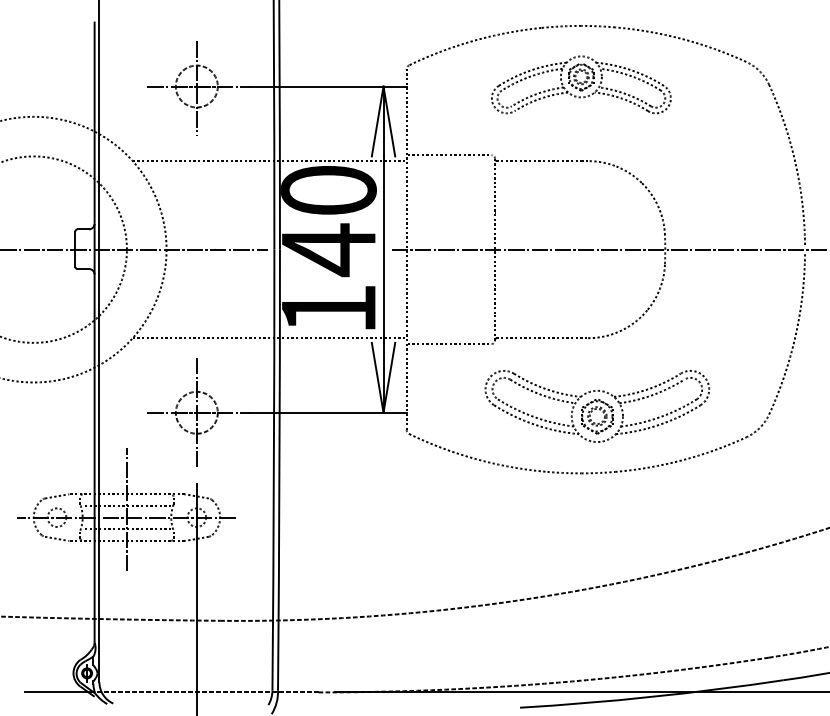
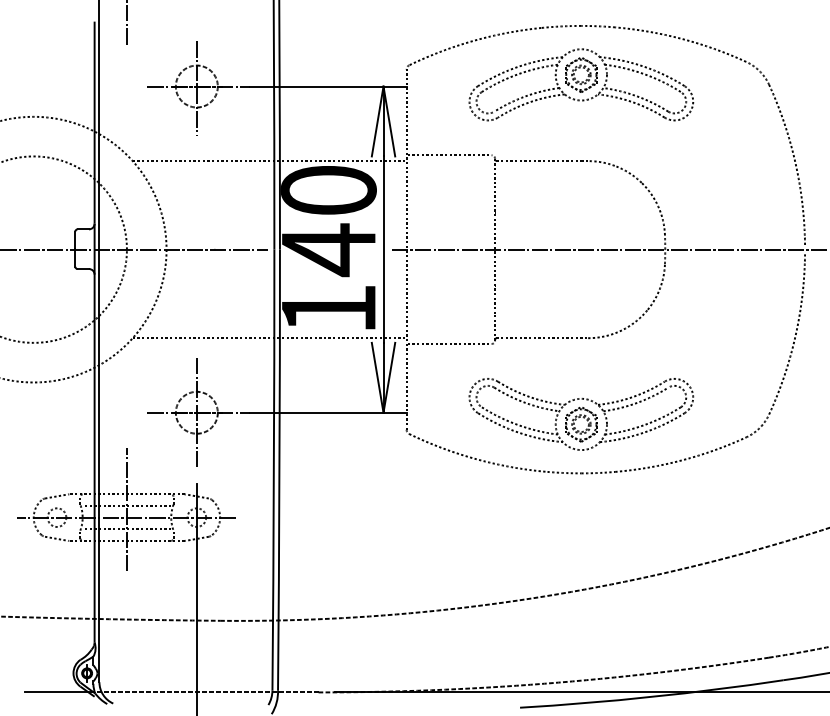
line at (126, 23): none -> present
part at (581, 84) size: 181x60 px -> 227x74 px
part at (597, 406) position: (597, 406) -> (581, 414)
